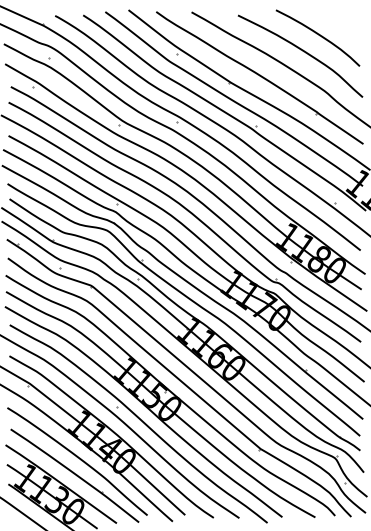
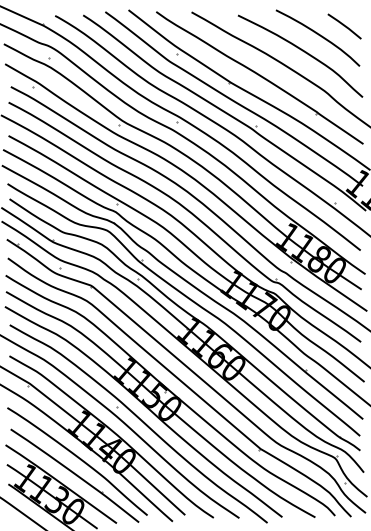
line at (344, 26): none -> present
